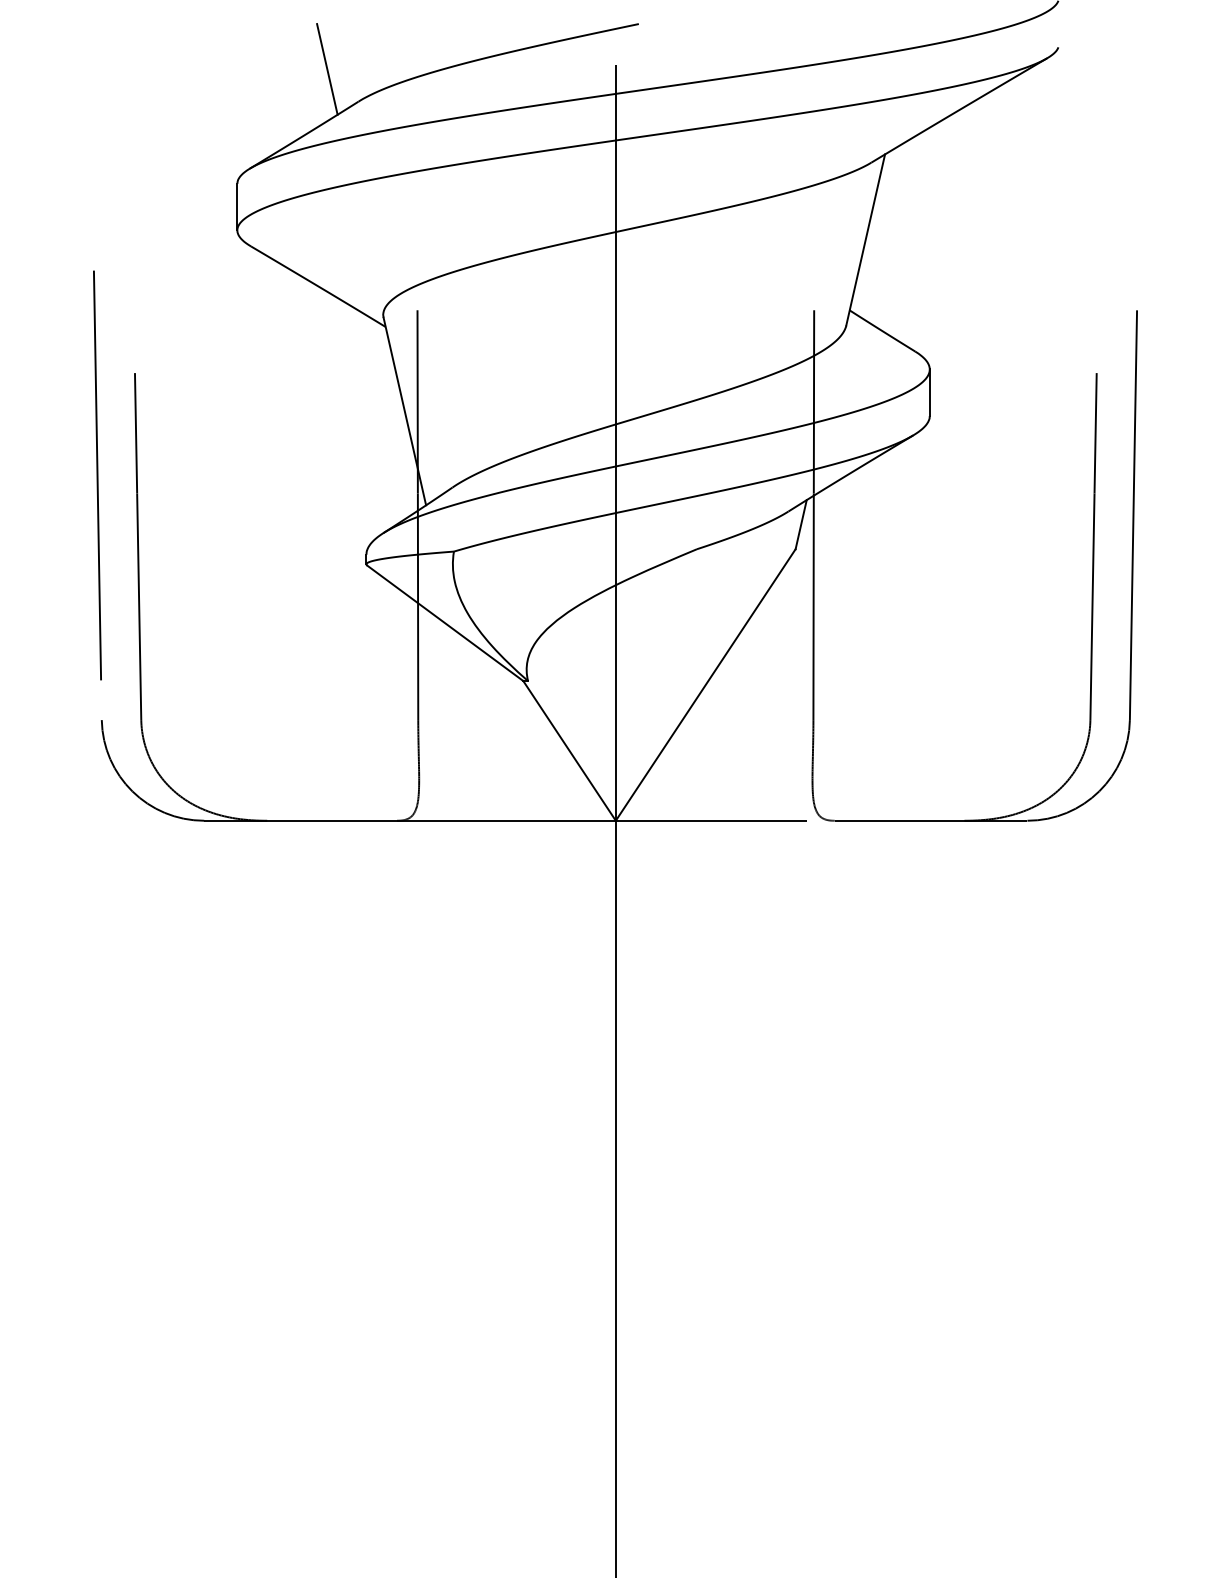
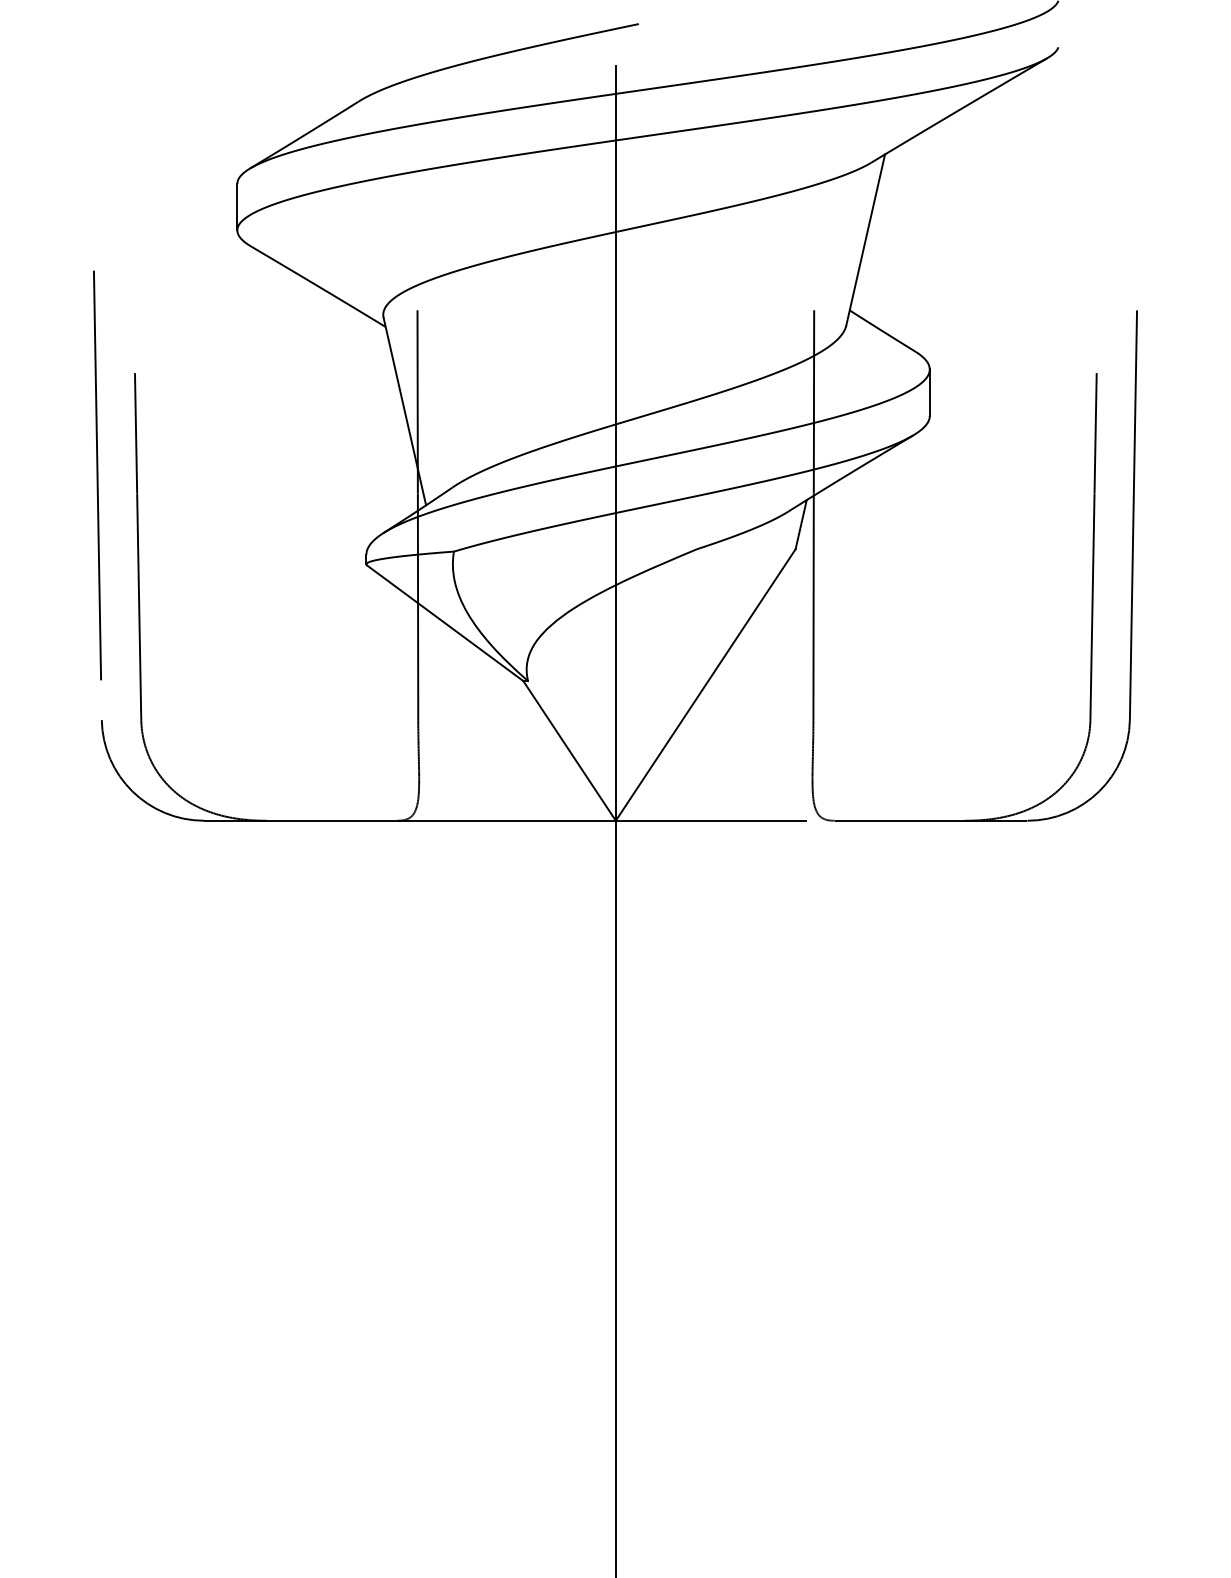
line at (327, 69): present -> none
